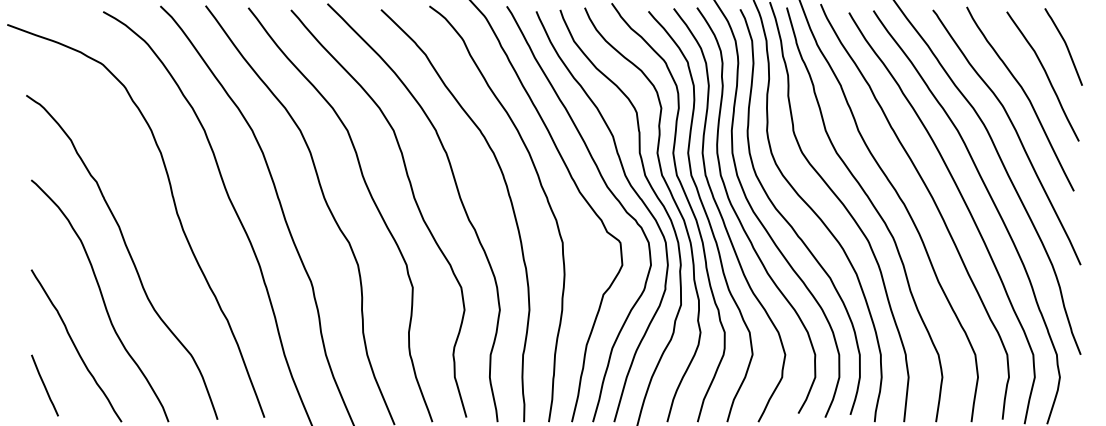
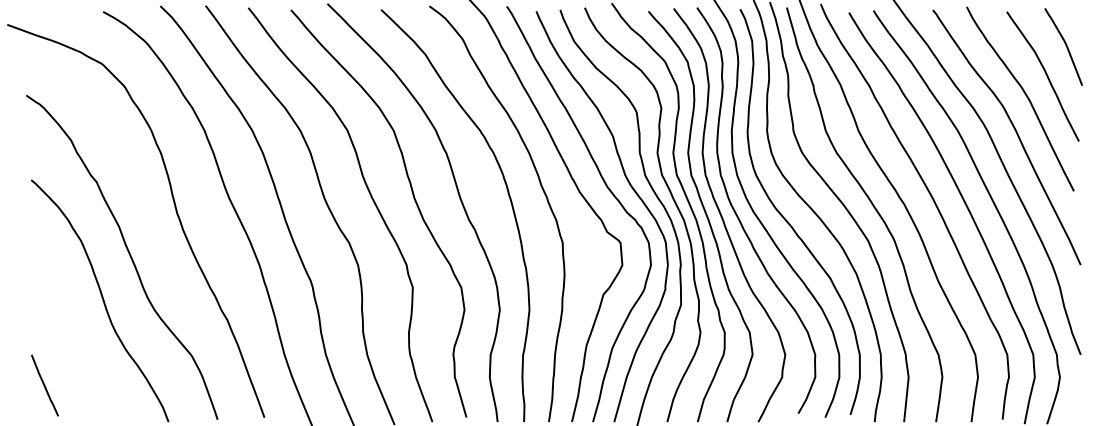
curve at (75, 345): present -> none
